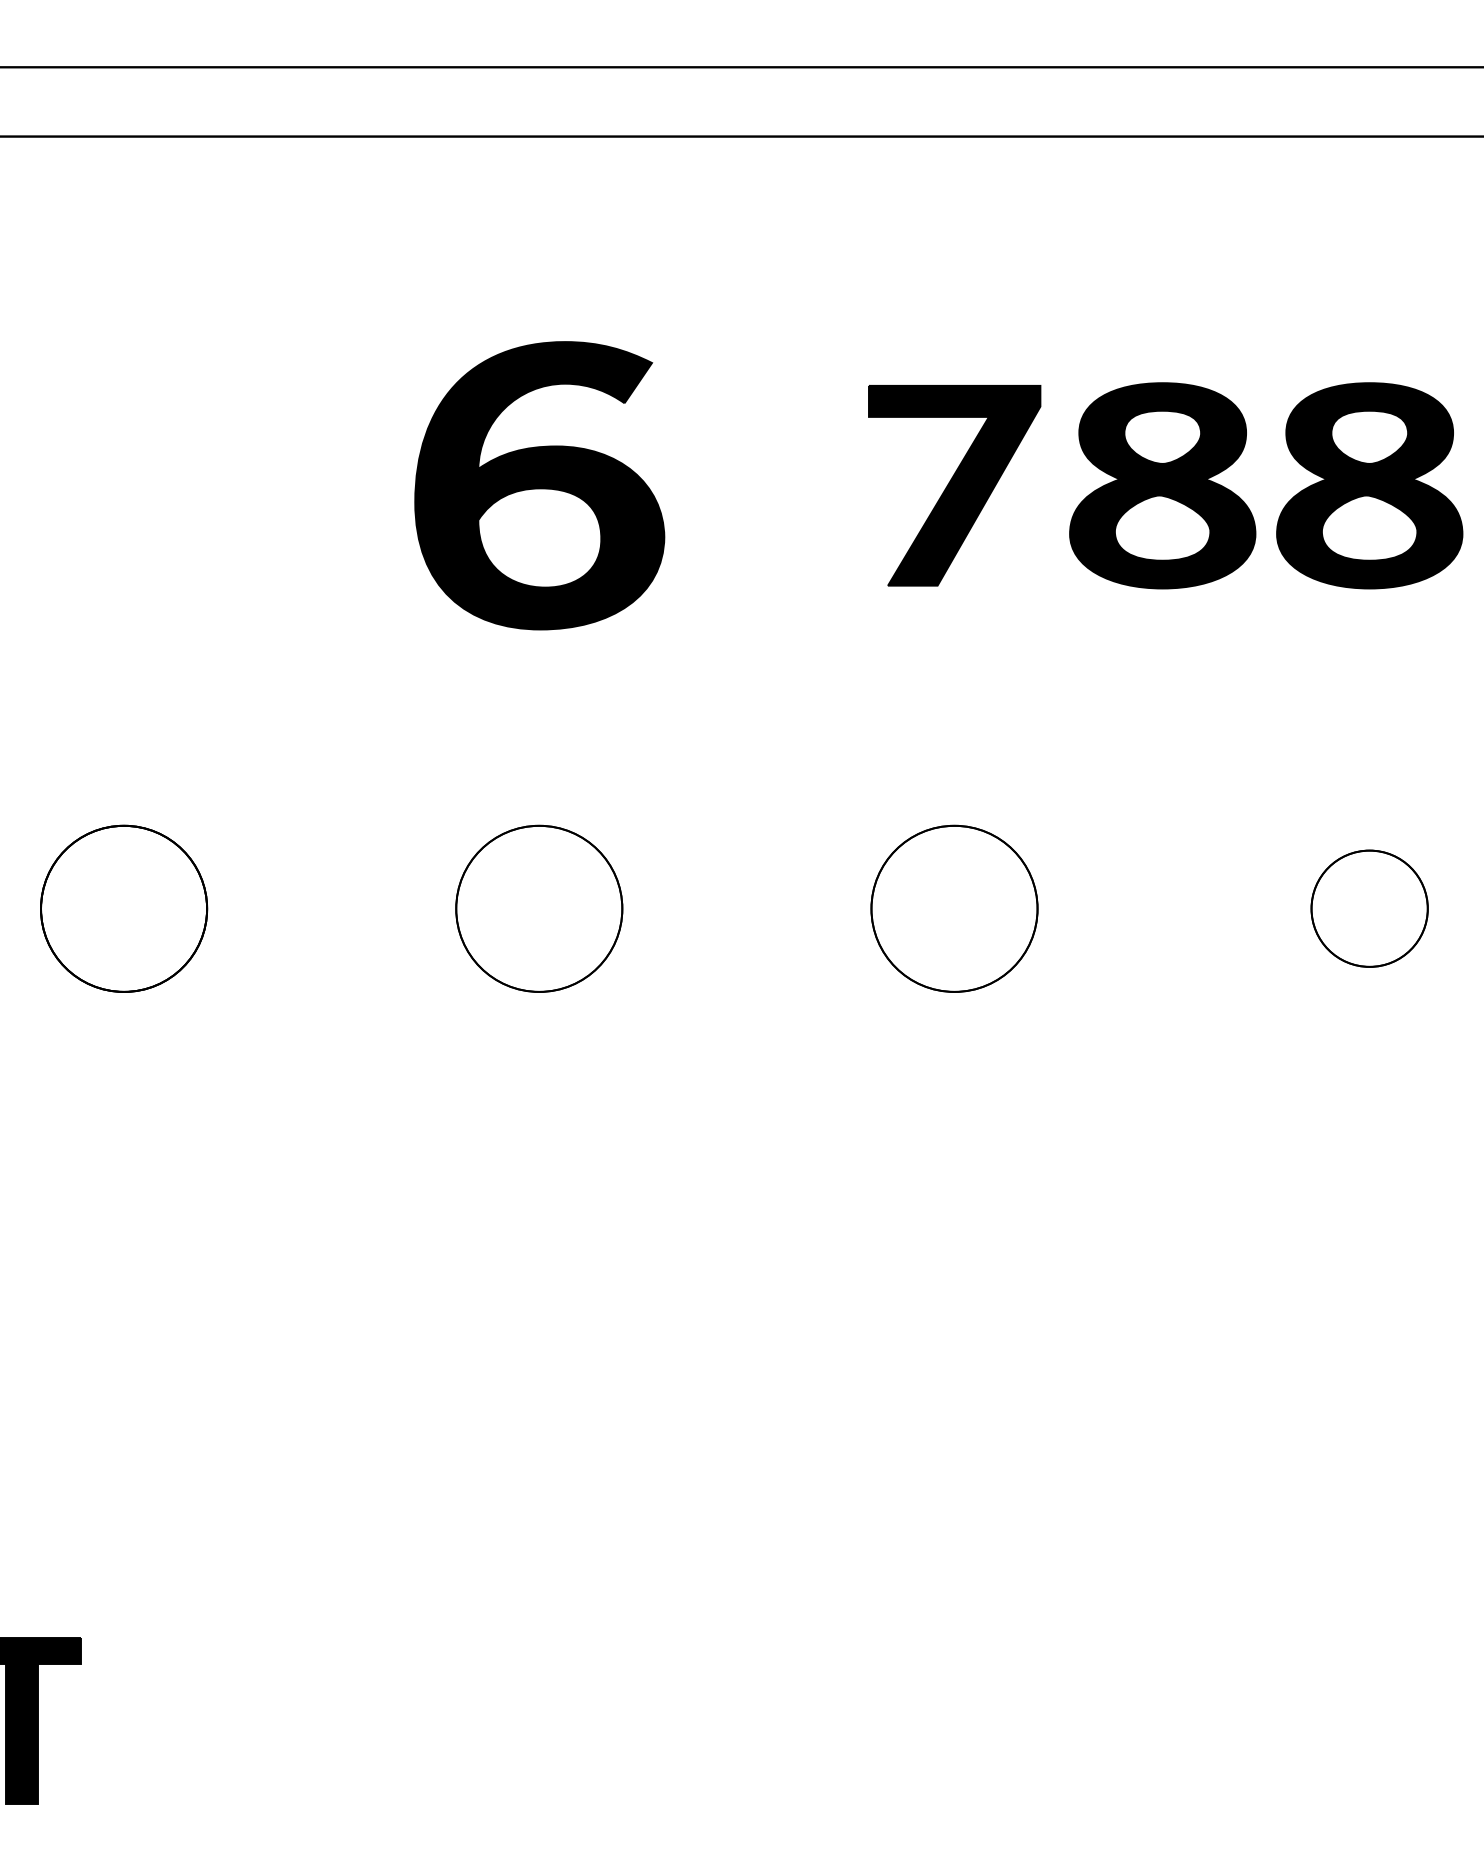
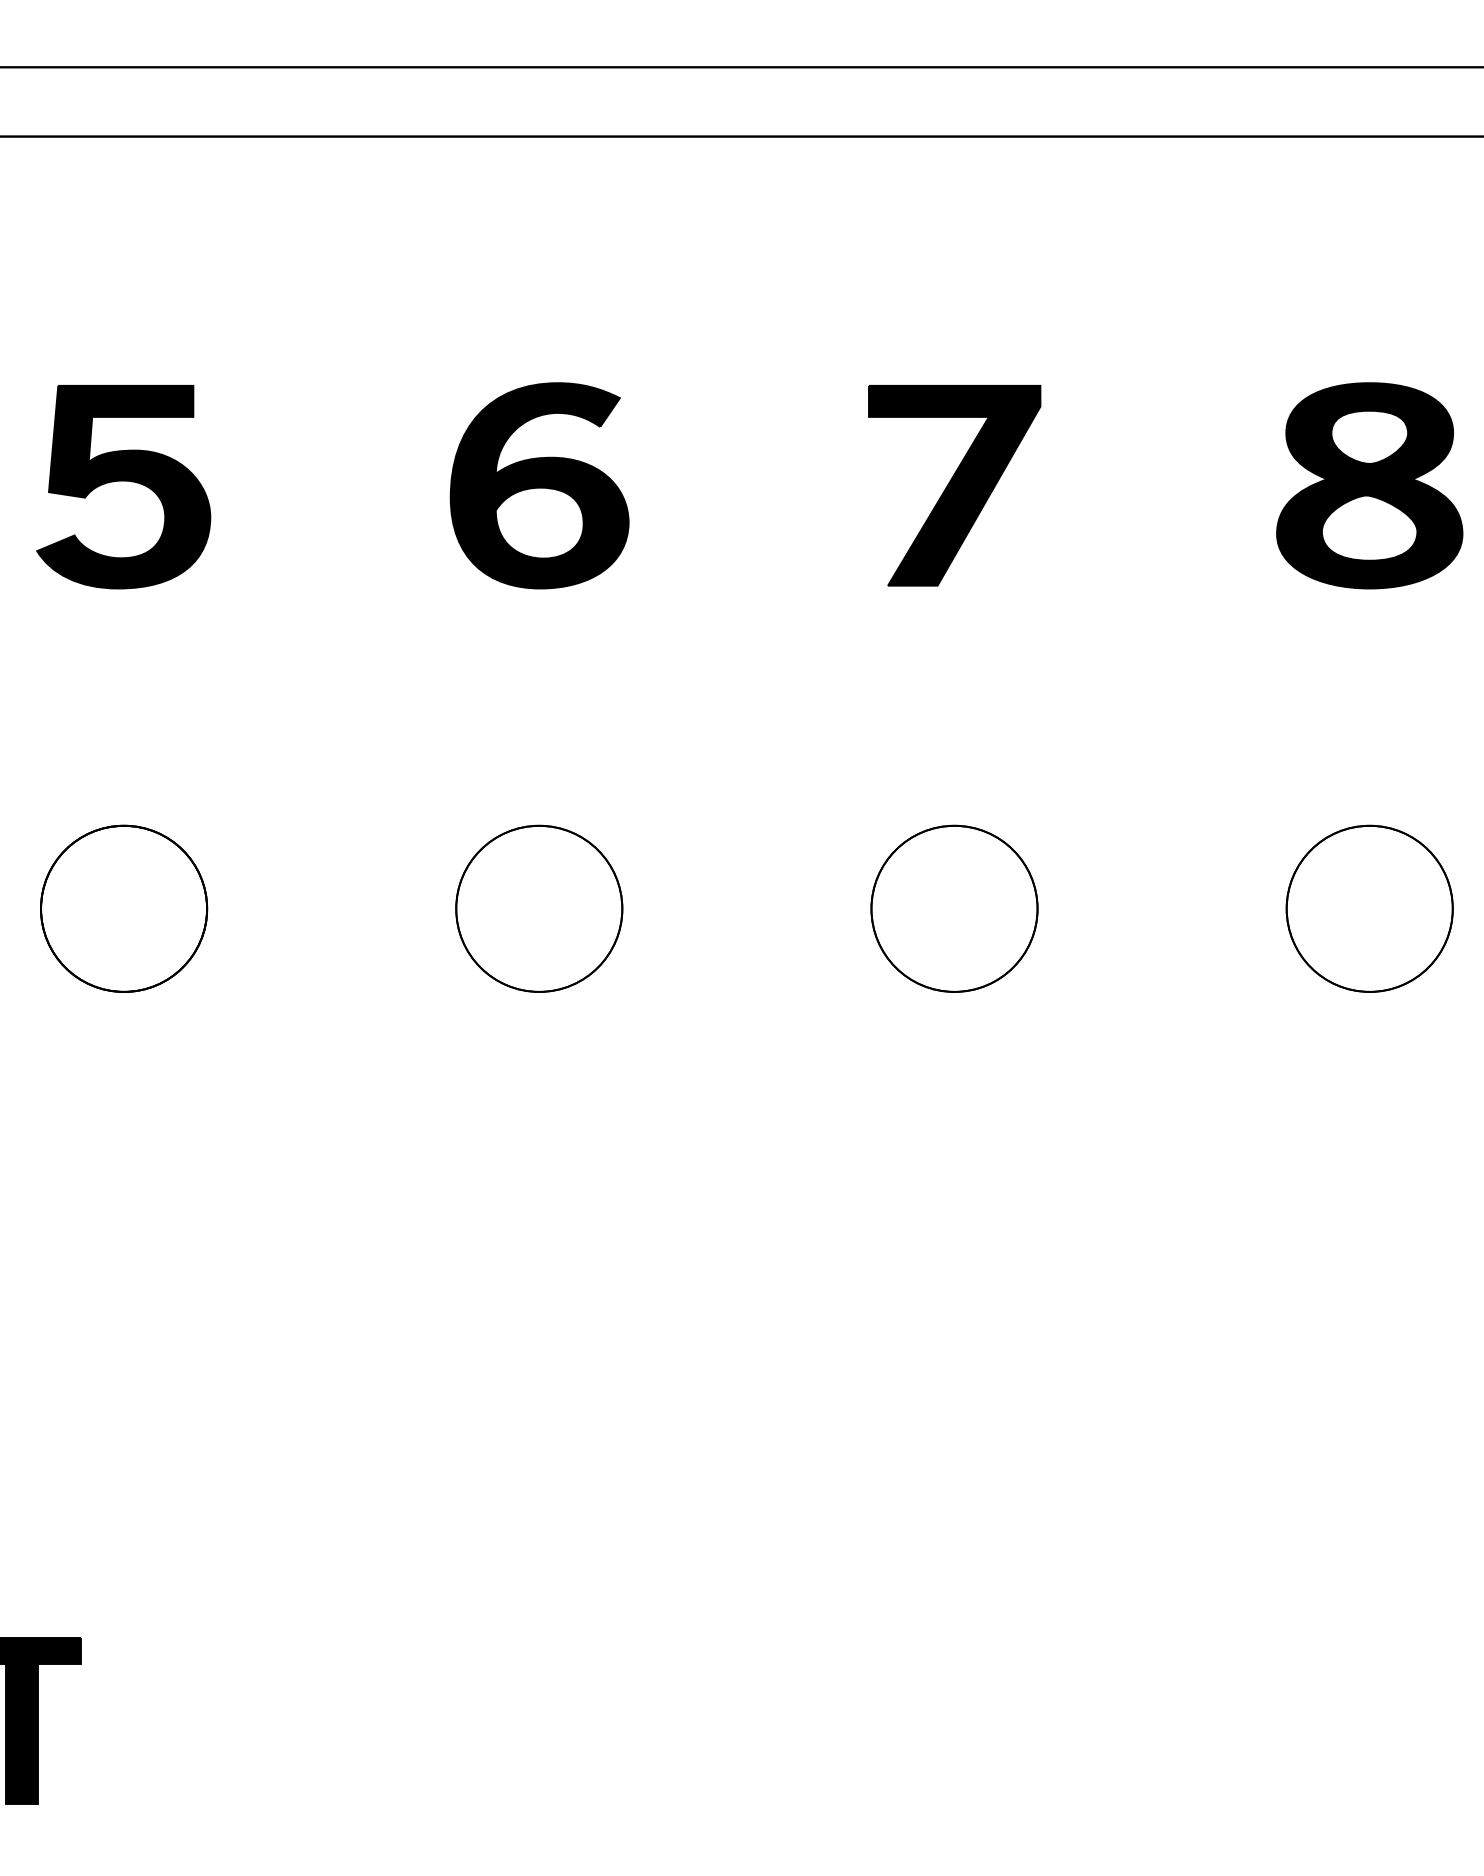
part at (539, 485) size: 252x290 px -> 181x208 px
part at (1162, 485): present -> none
part at (123, 487): none -> present
part at (1369, 908) size: 119x119 px -> 169x169 px
